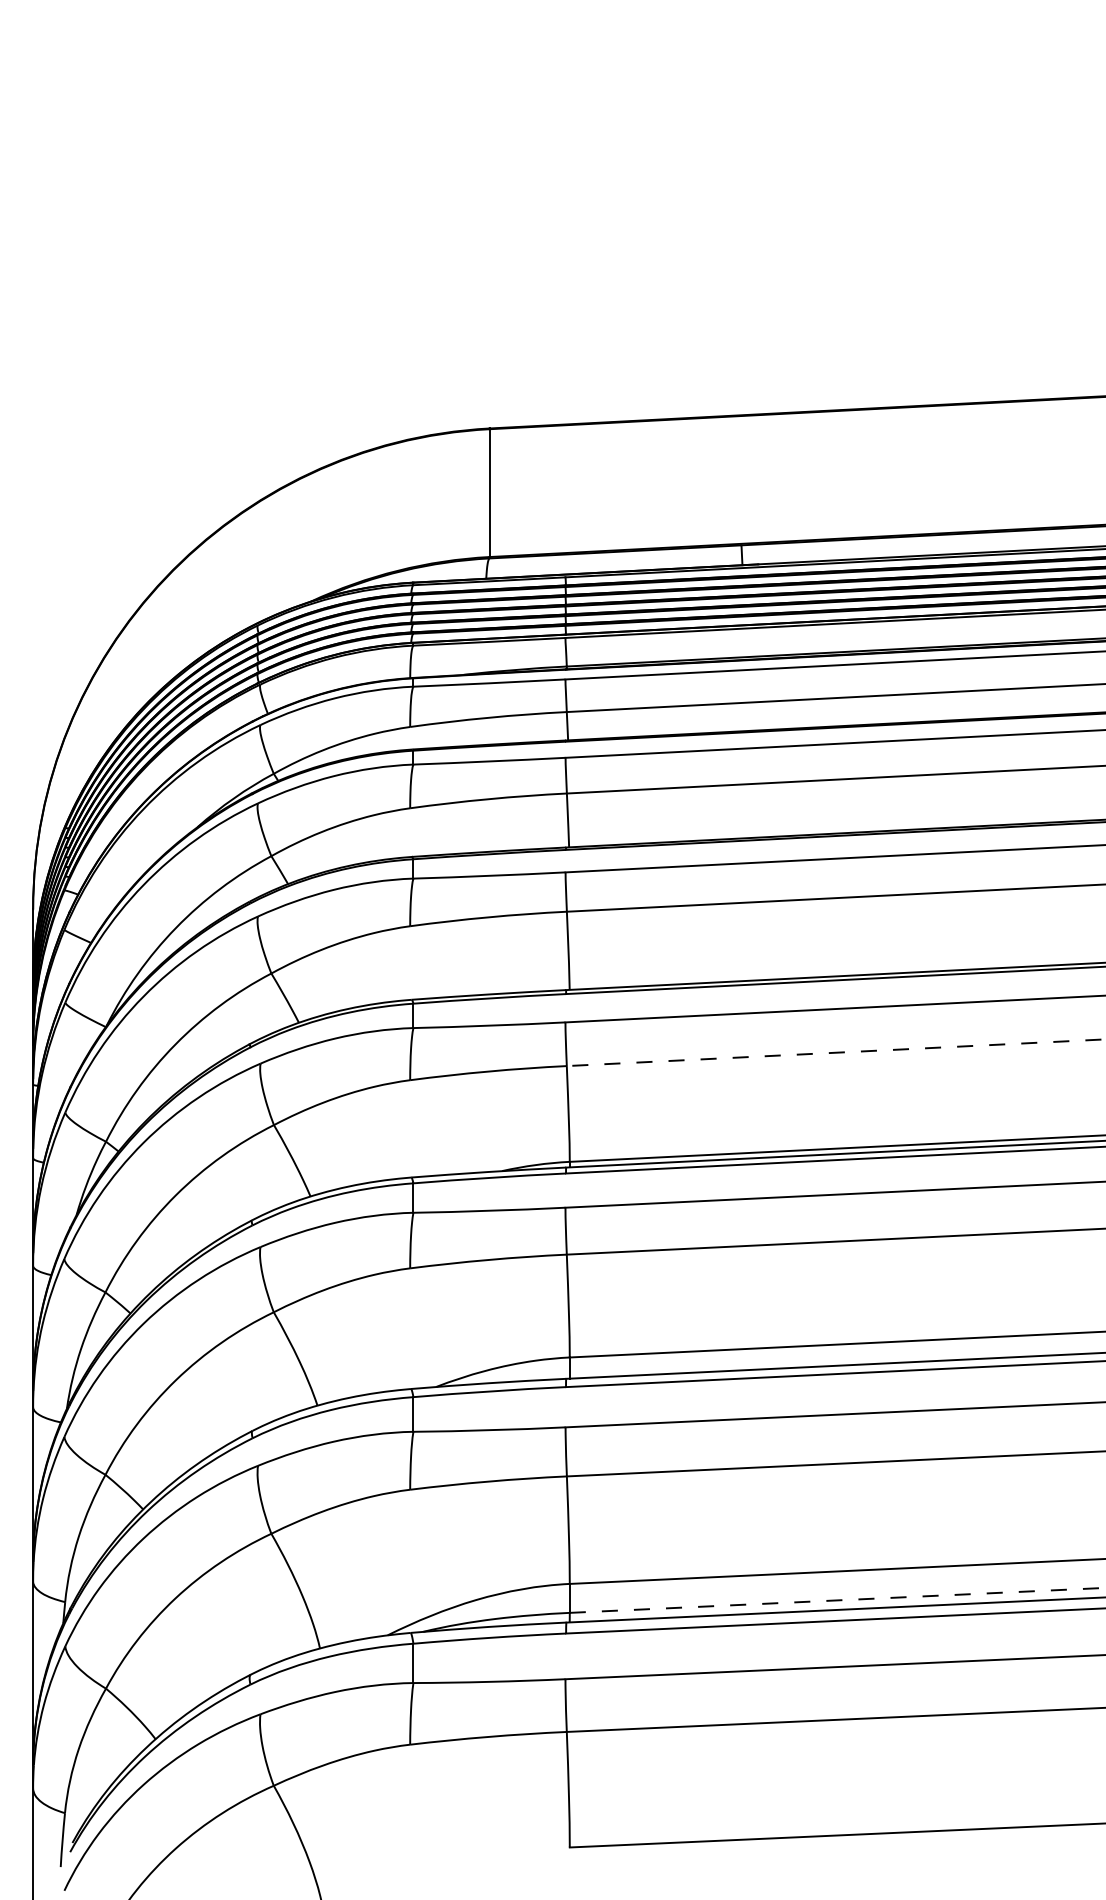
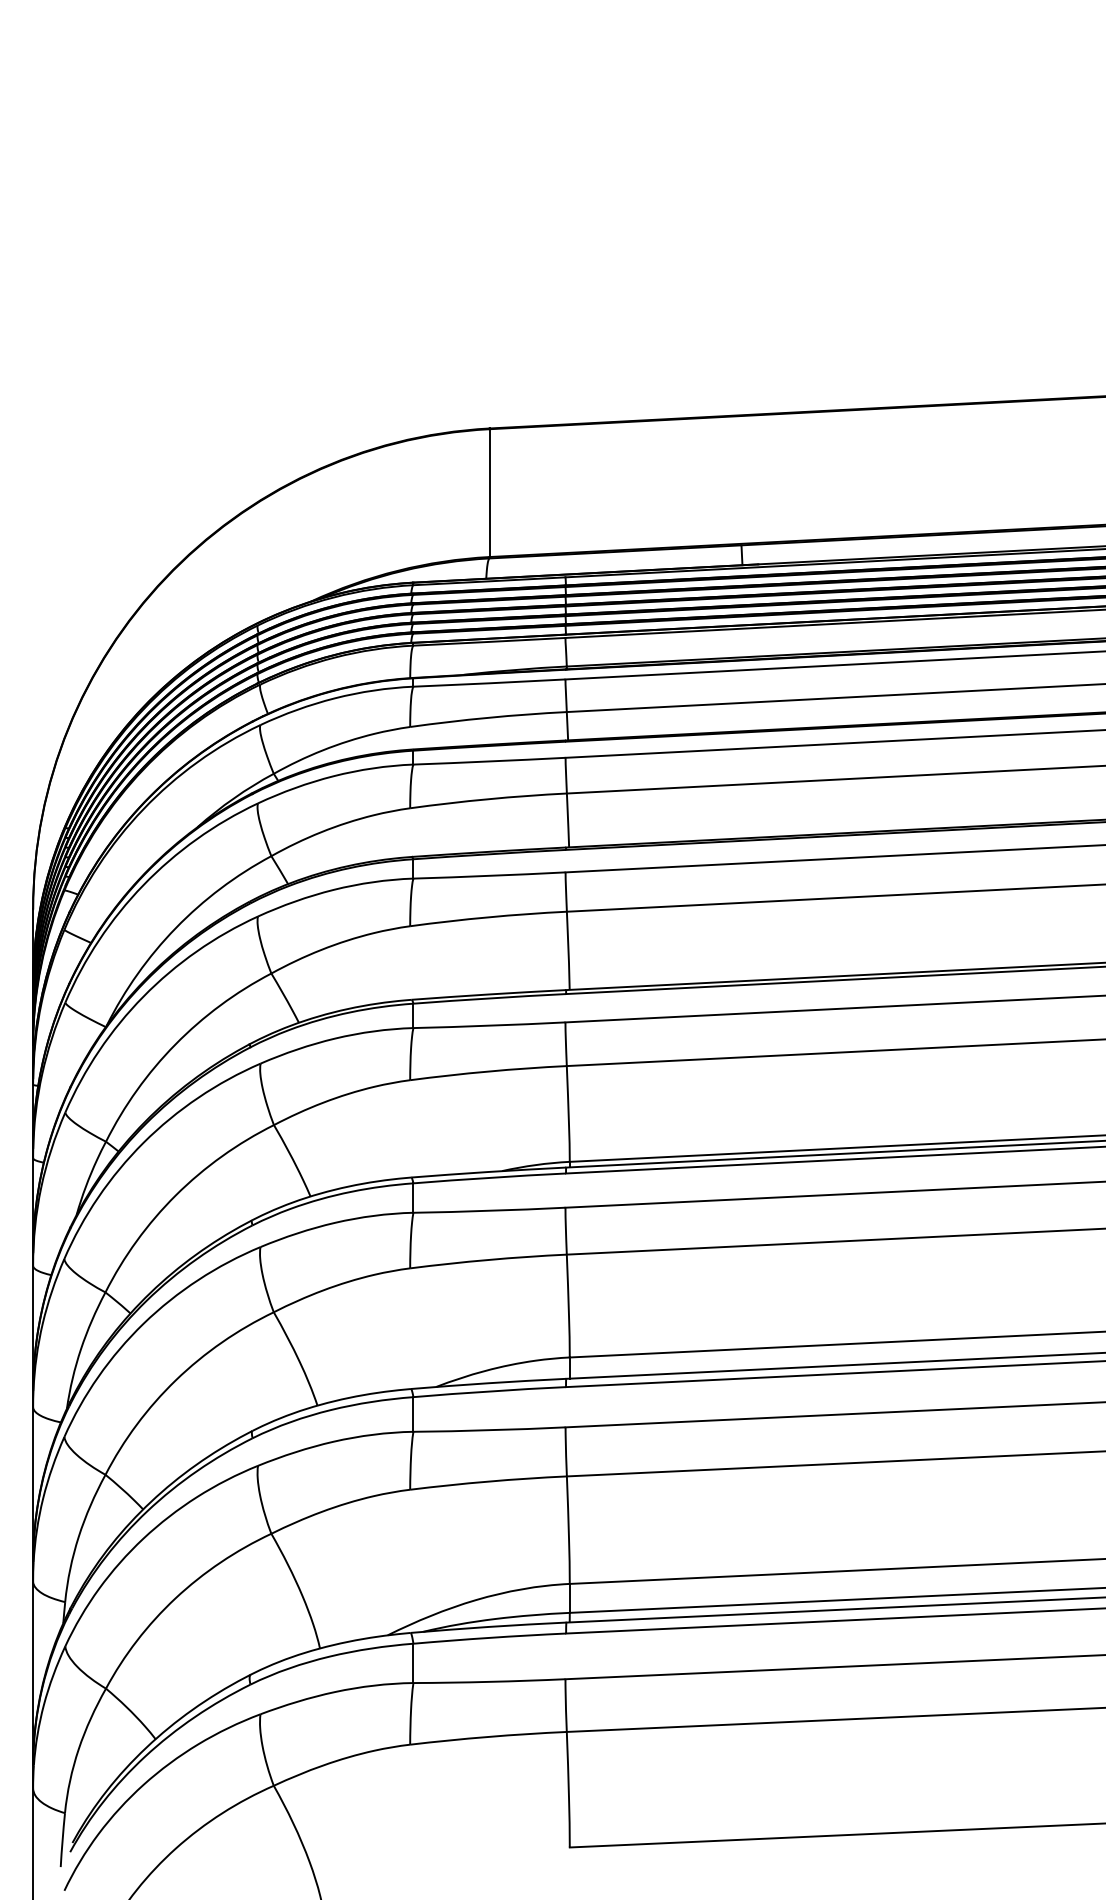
line at (836, 1052): dashed -> solid
line at (838, 1600): dashed -> solid
